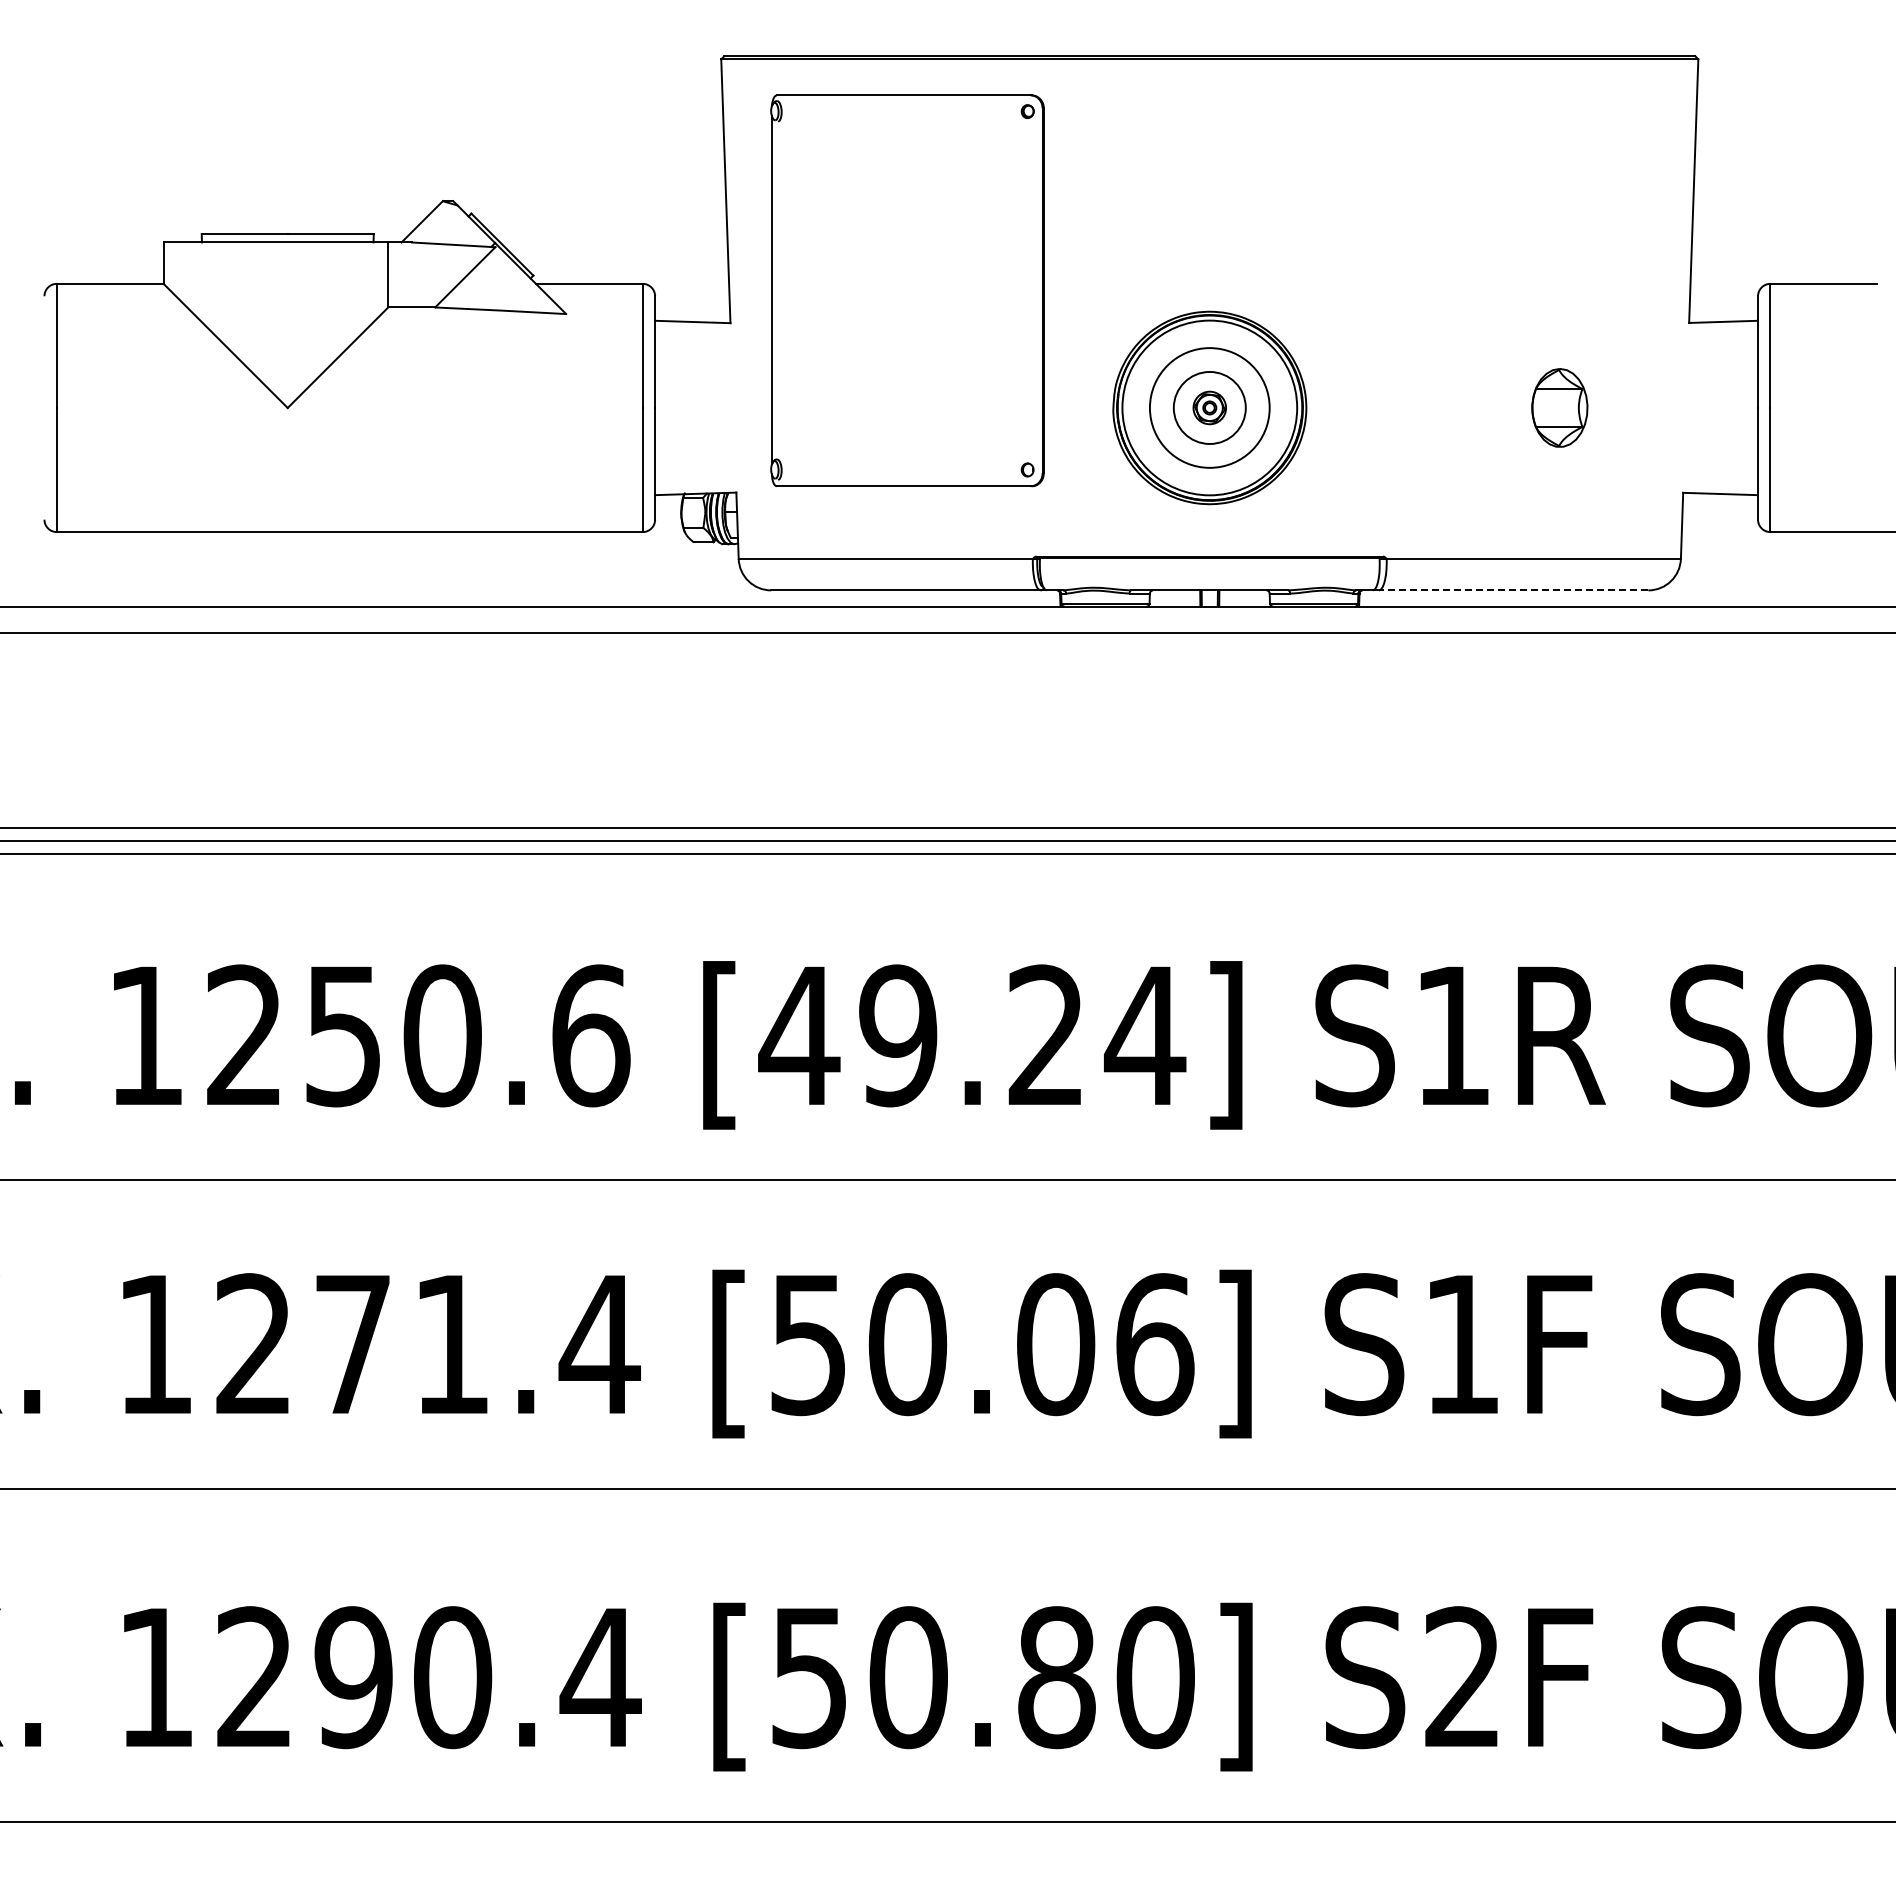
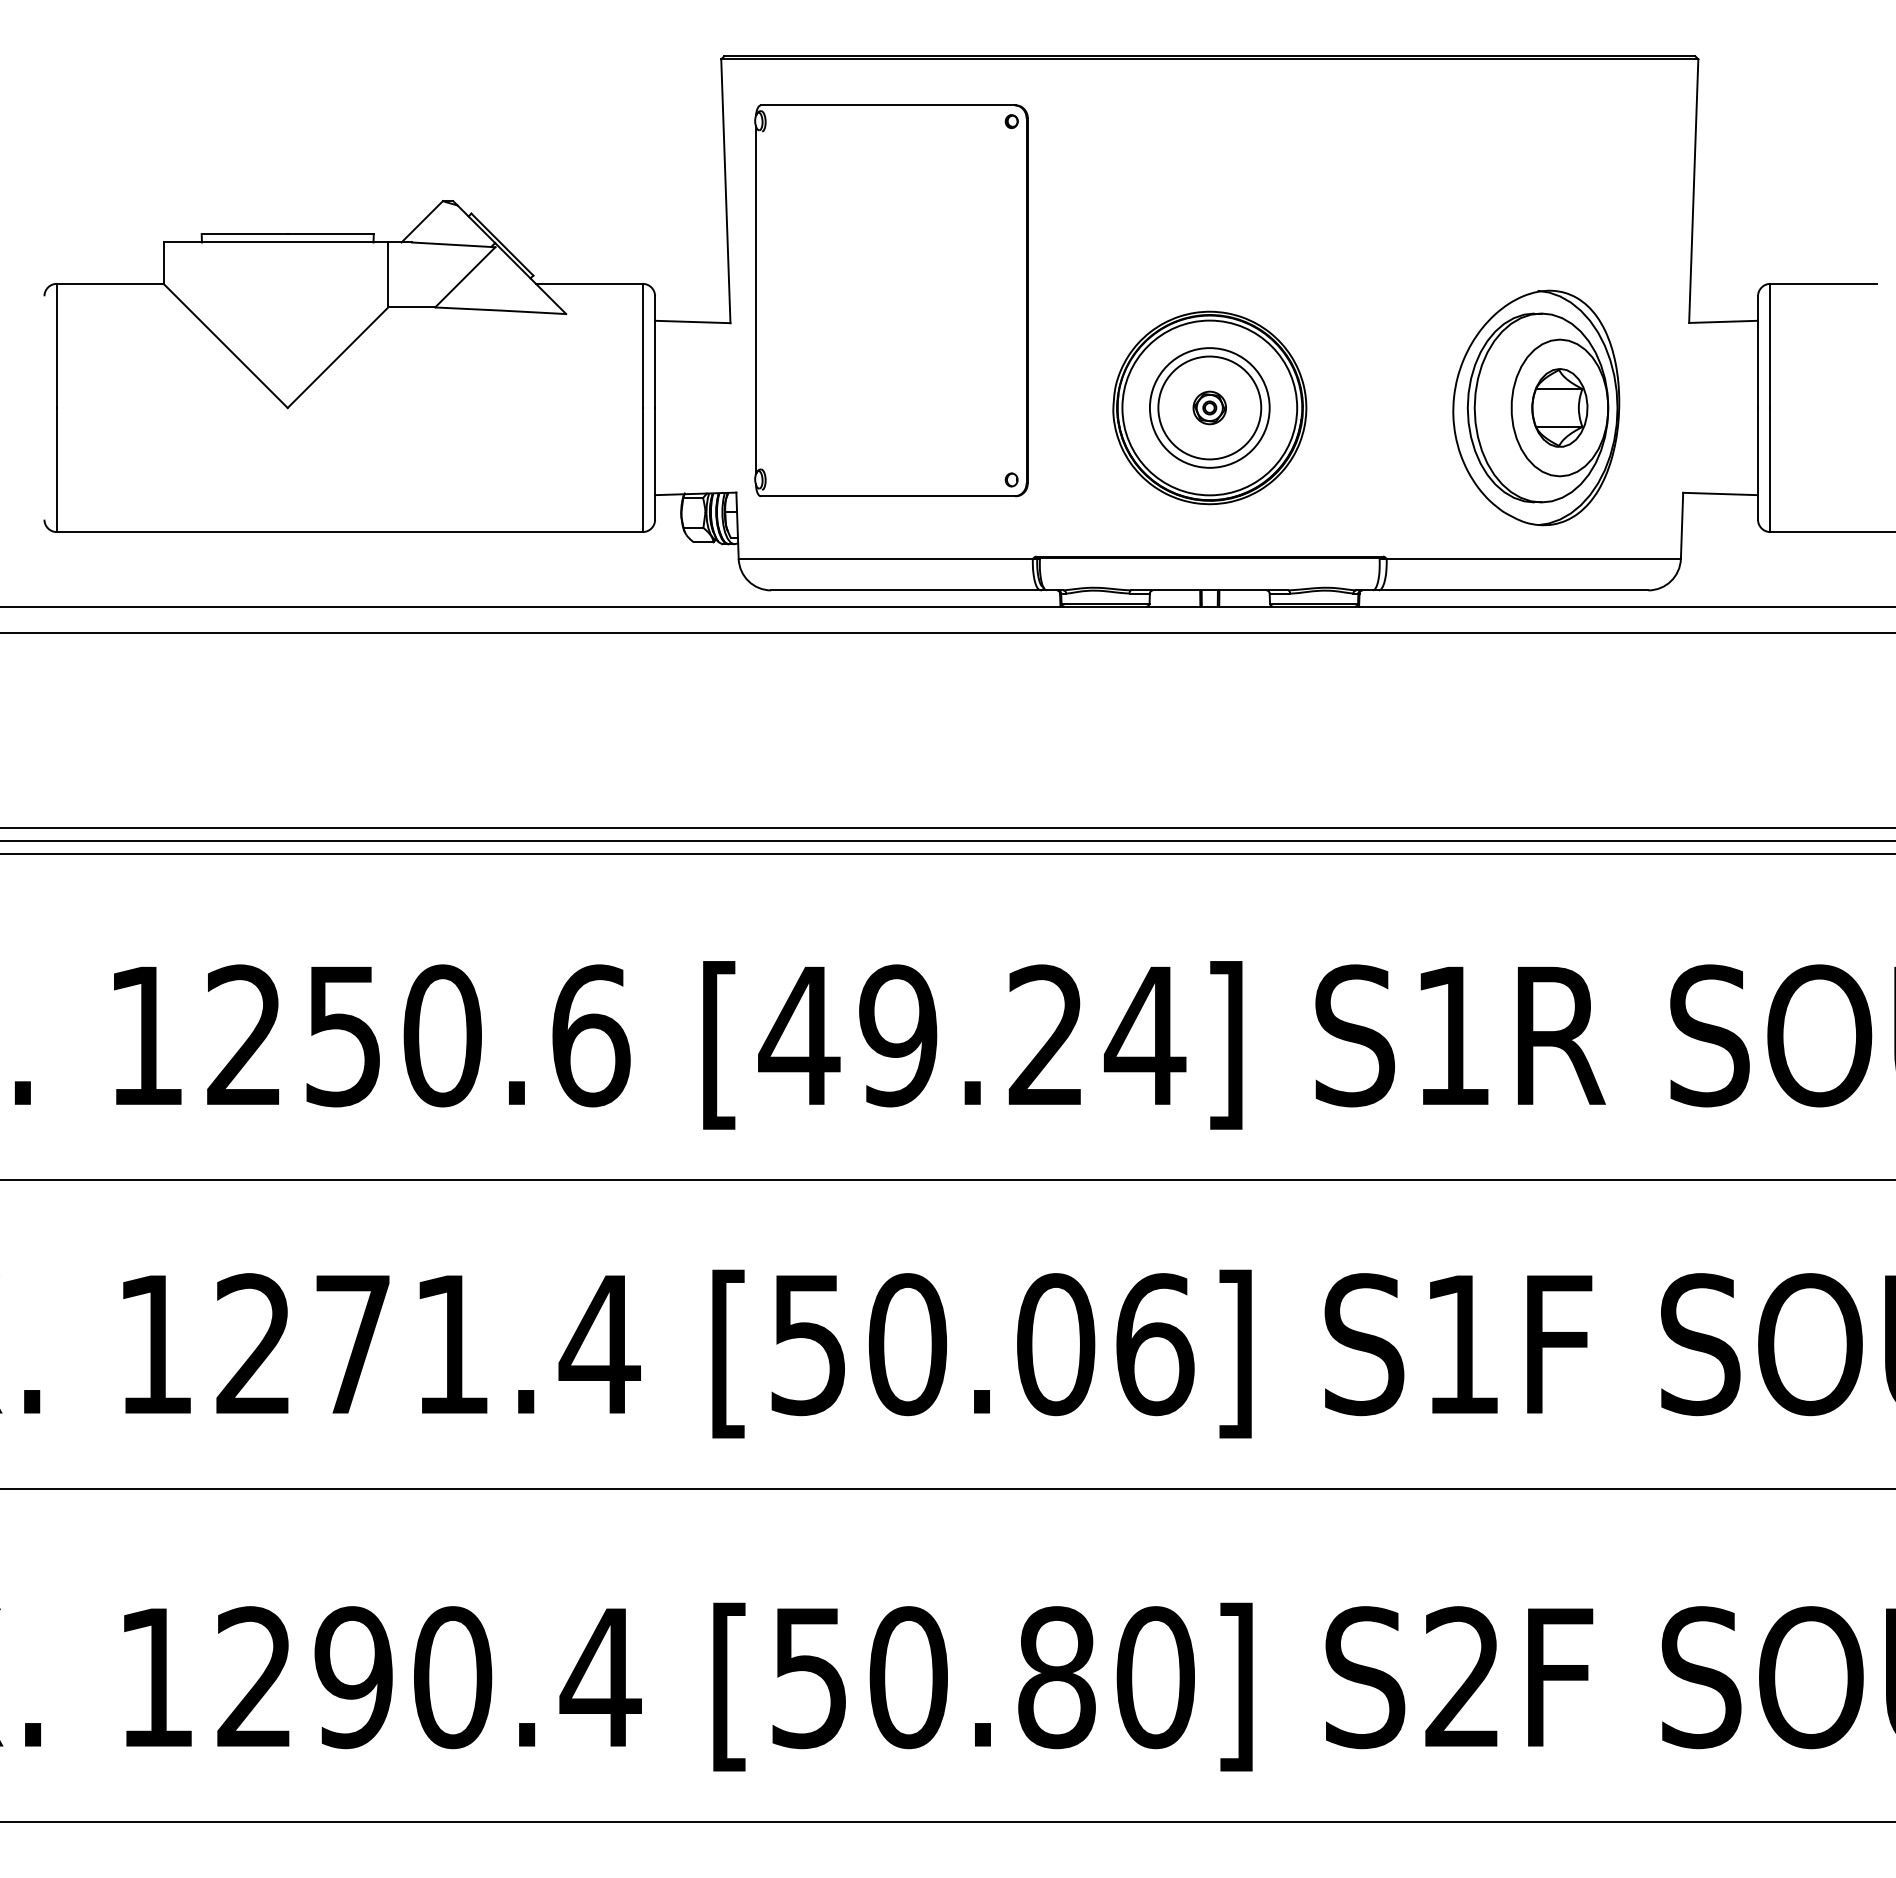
part at (907, 290) position: (907, 290) -> (891, 300)
circle at (1209, 407) diameter: 72 px -> 103 px
part at (1536, 407): none -> present
line at (1513, 590): dashed -> solid
